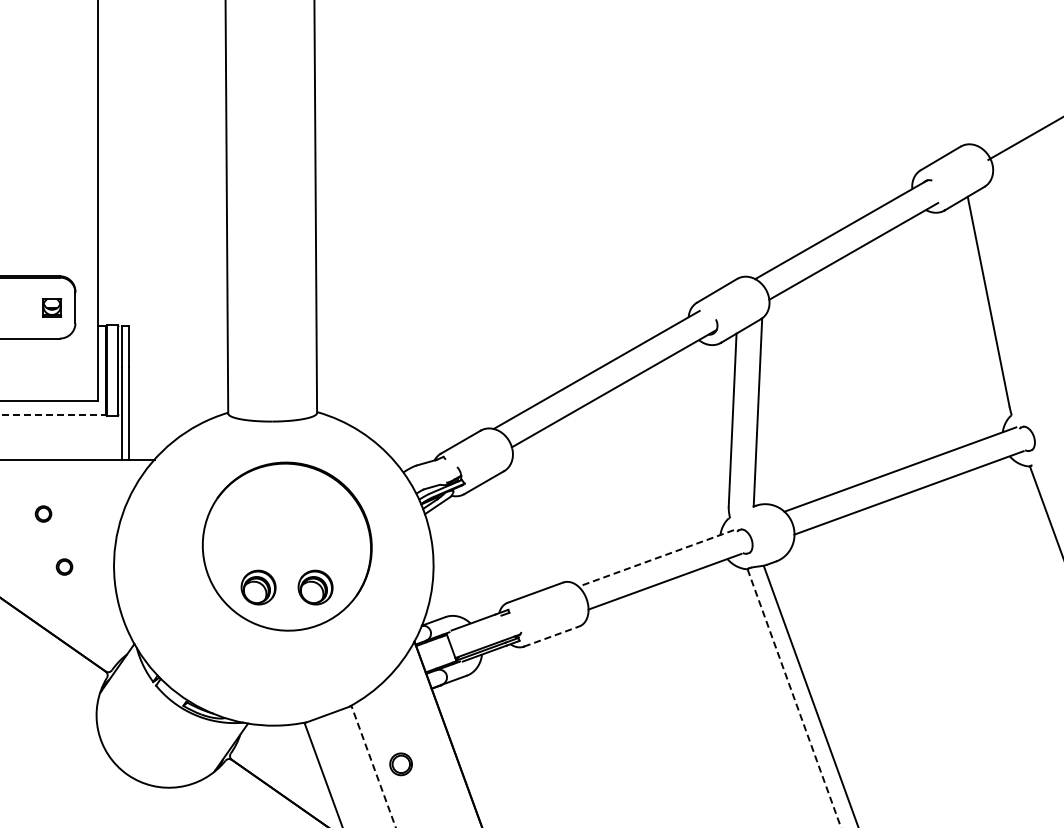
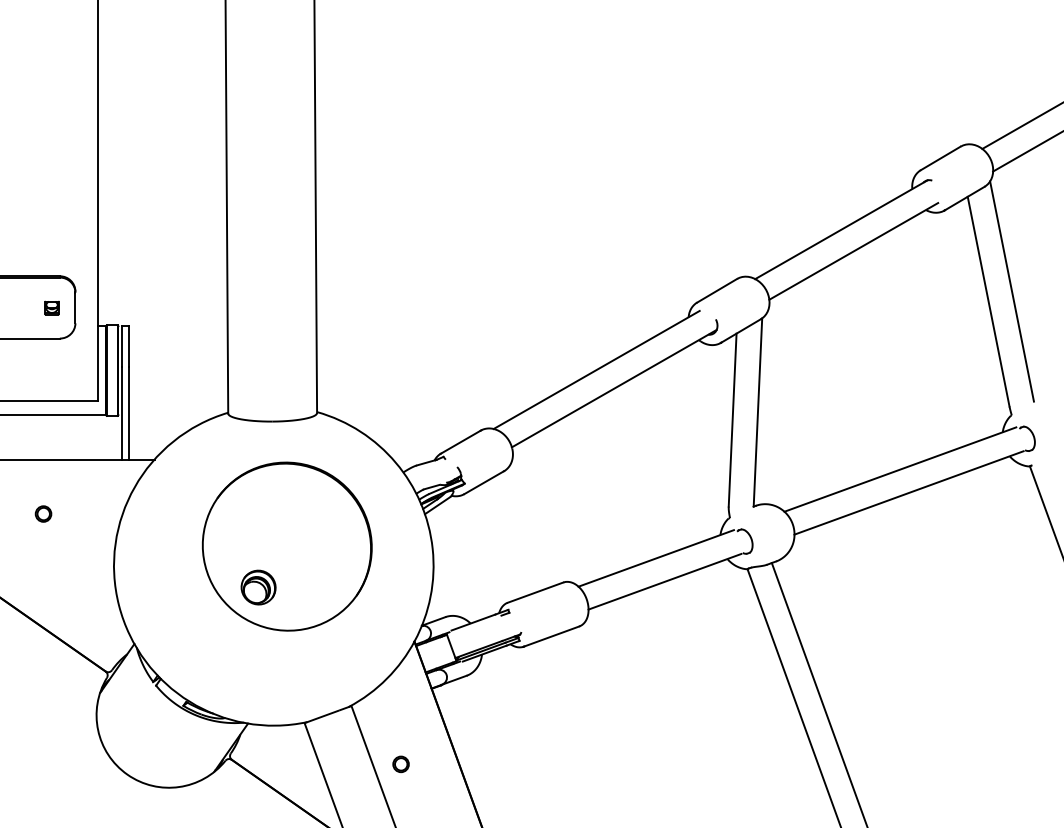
line at (1024, 138) position: (1024, 138) -> (1021, 126)
line at (1026, 151): none -> present
line at (1011, 291): none -> present
part at (52, 307) size: 21x20 px -> 16x16 px
line at (53, 415): dashed -> solid
line at (656, 558): dashed -> solid
part at (64, 566): present -> none
part at (315, 587): present -> none
line at (551, 636): dashed -> solid
line at (810, 695) position: (810, 695) -> (818, 693)
line at (794, 698): dashed -> solid
part at (400, 764) size: 24x25 px -> 18x19 px
line at (373, 766): dashed -> solid
